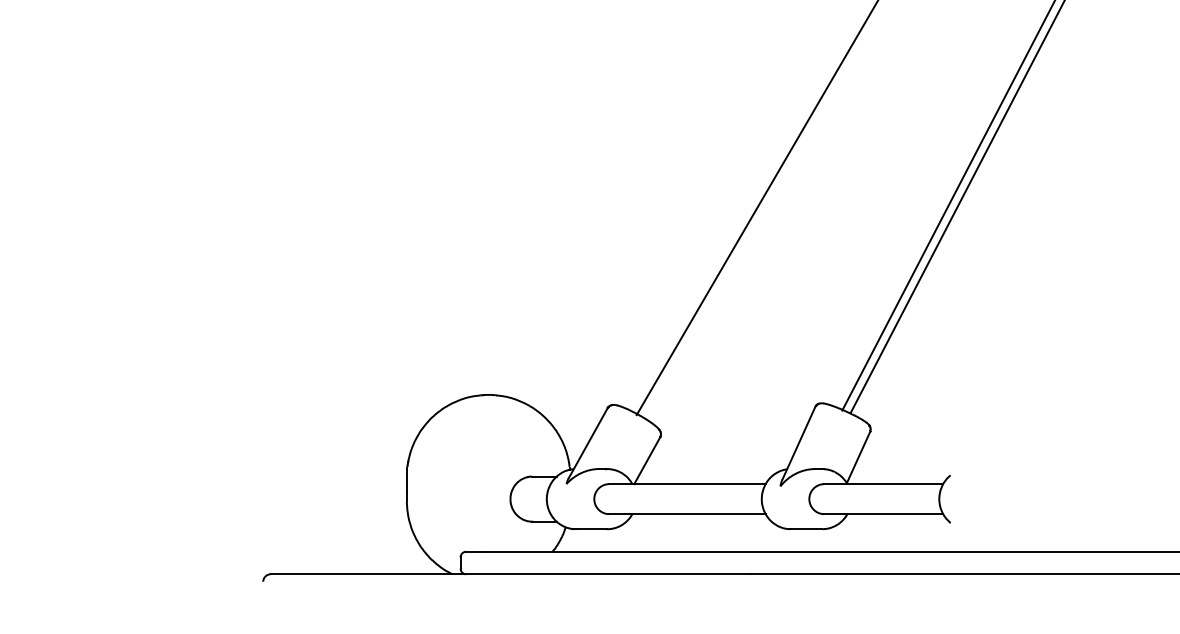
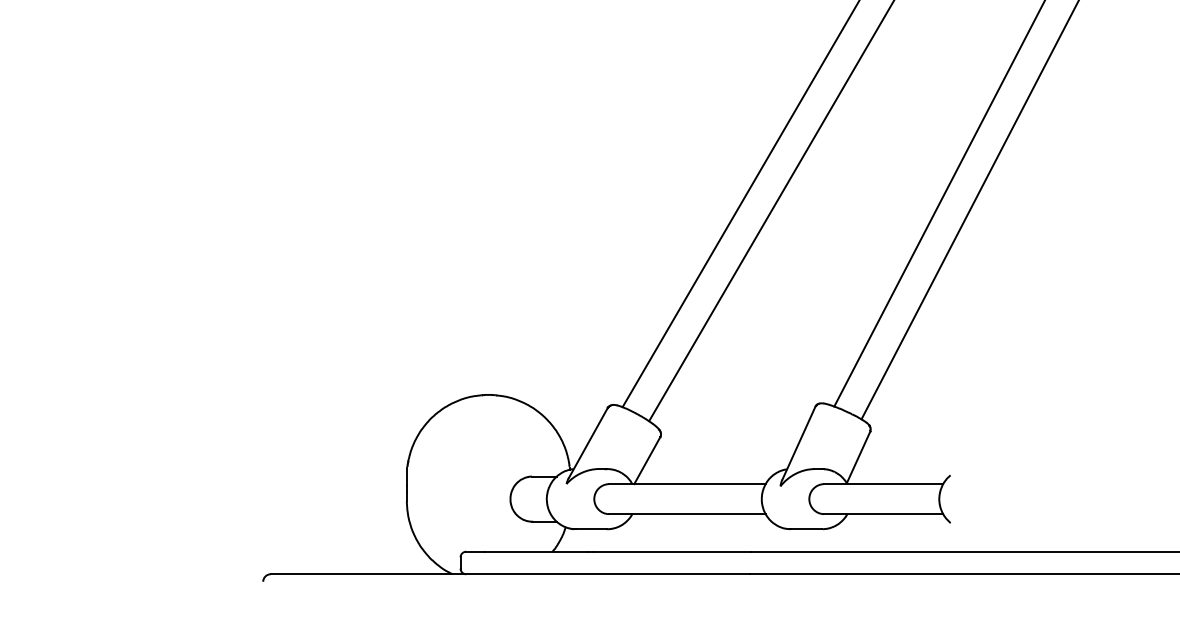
line at (947, 206) position: (947, 206) -> (939, 204)
line at (956, 207) position: (956, 207) -> (969, 210)
line at (756, 208) position: (756, 208) -> (740, 204)
line at (770, 211): none -> present
